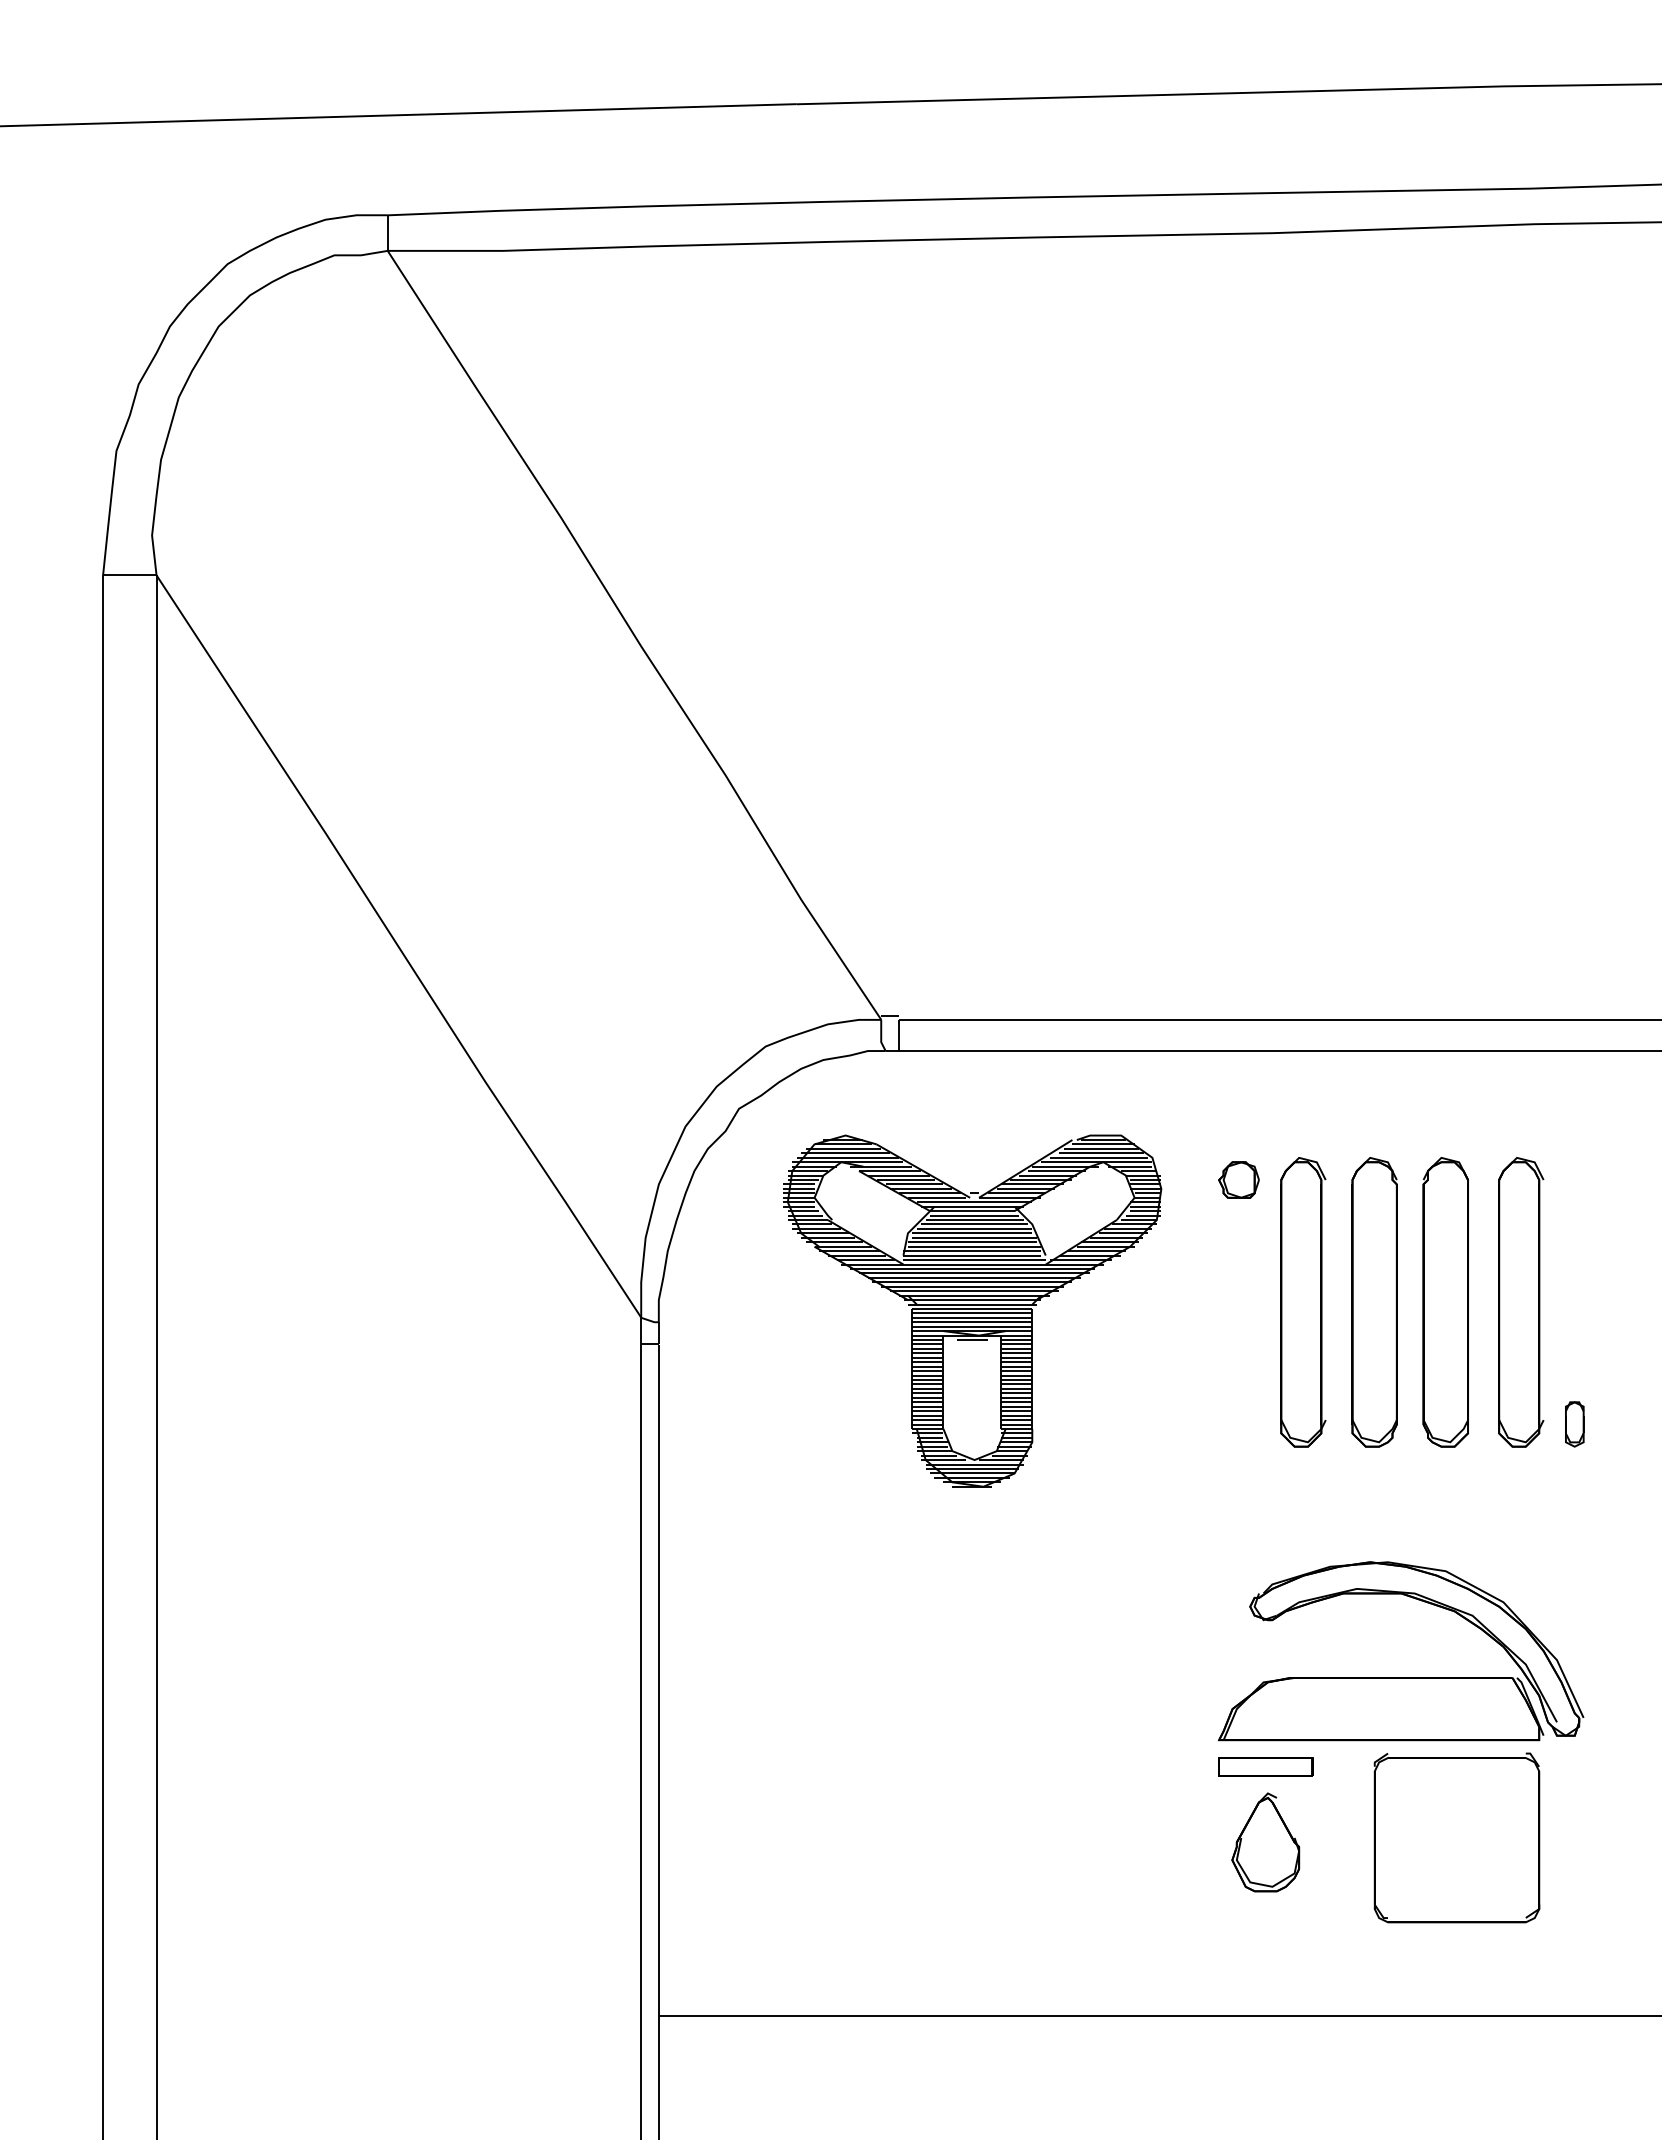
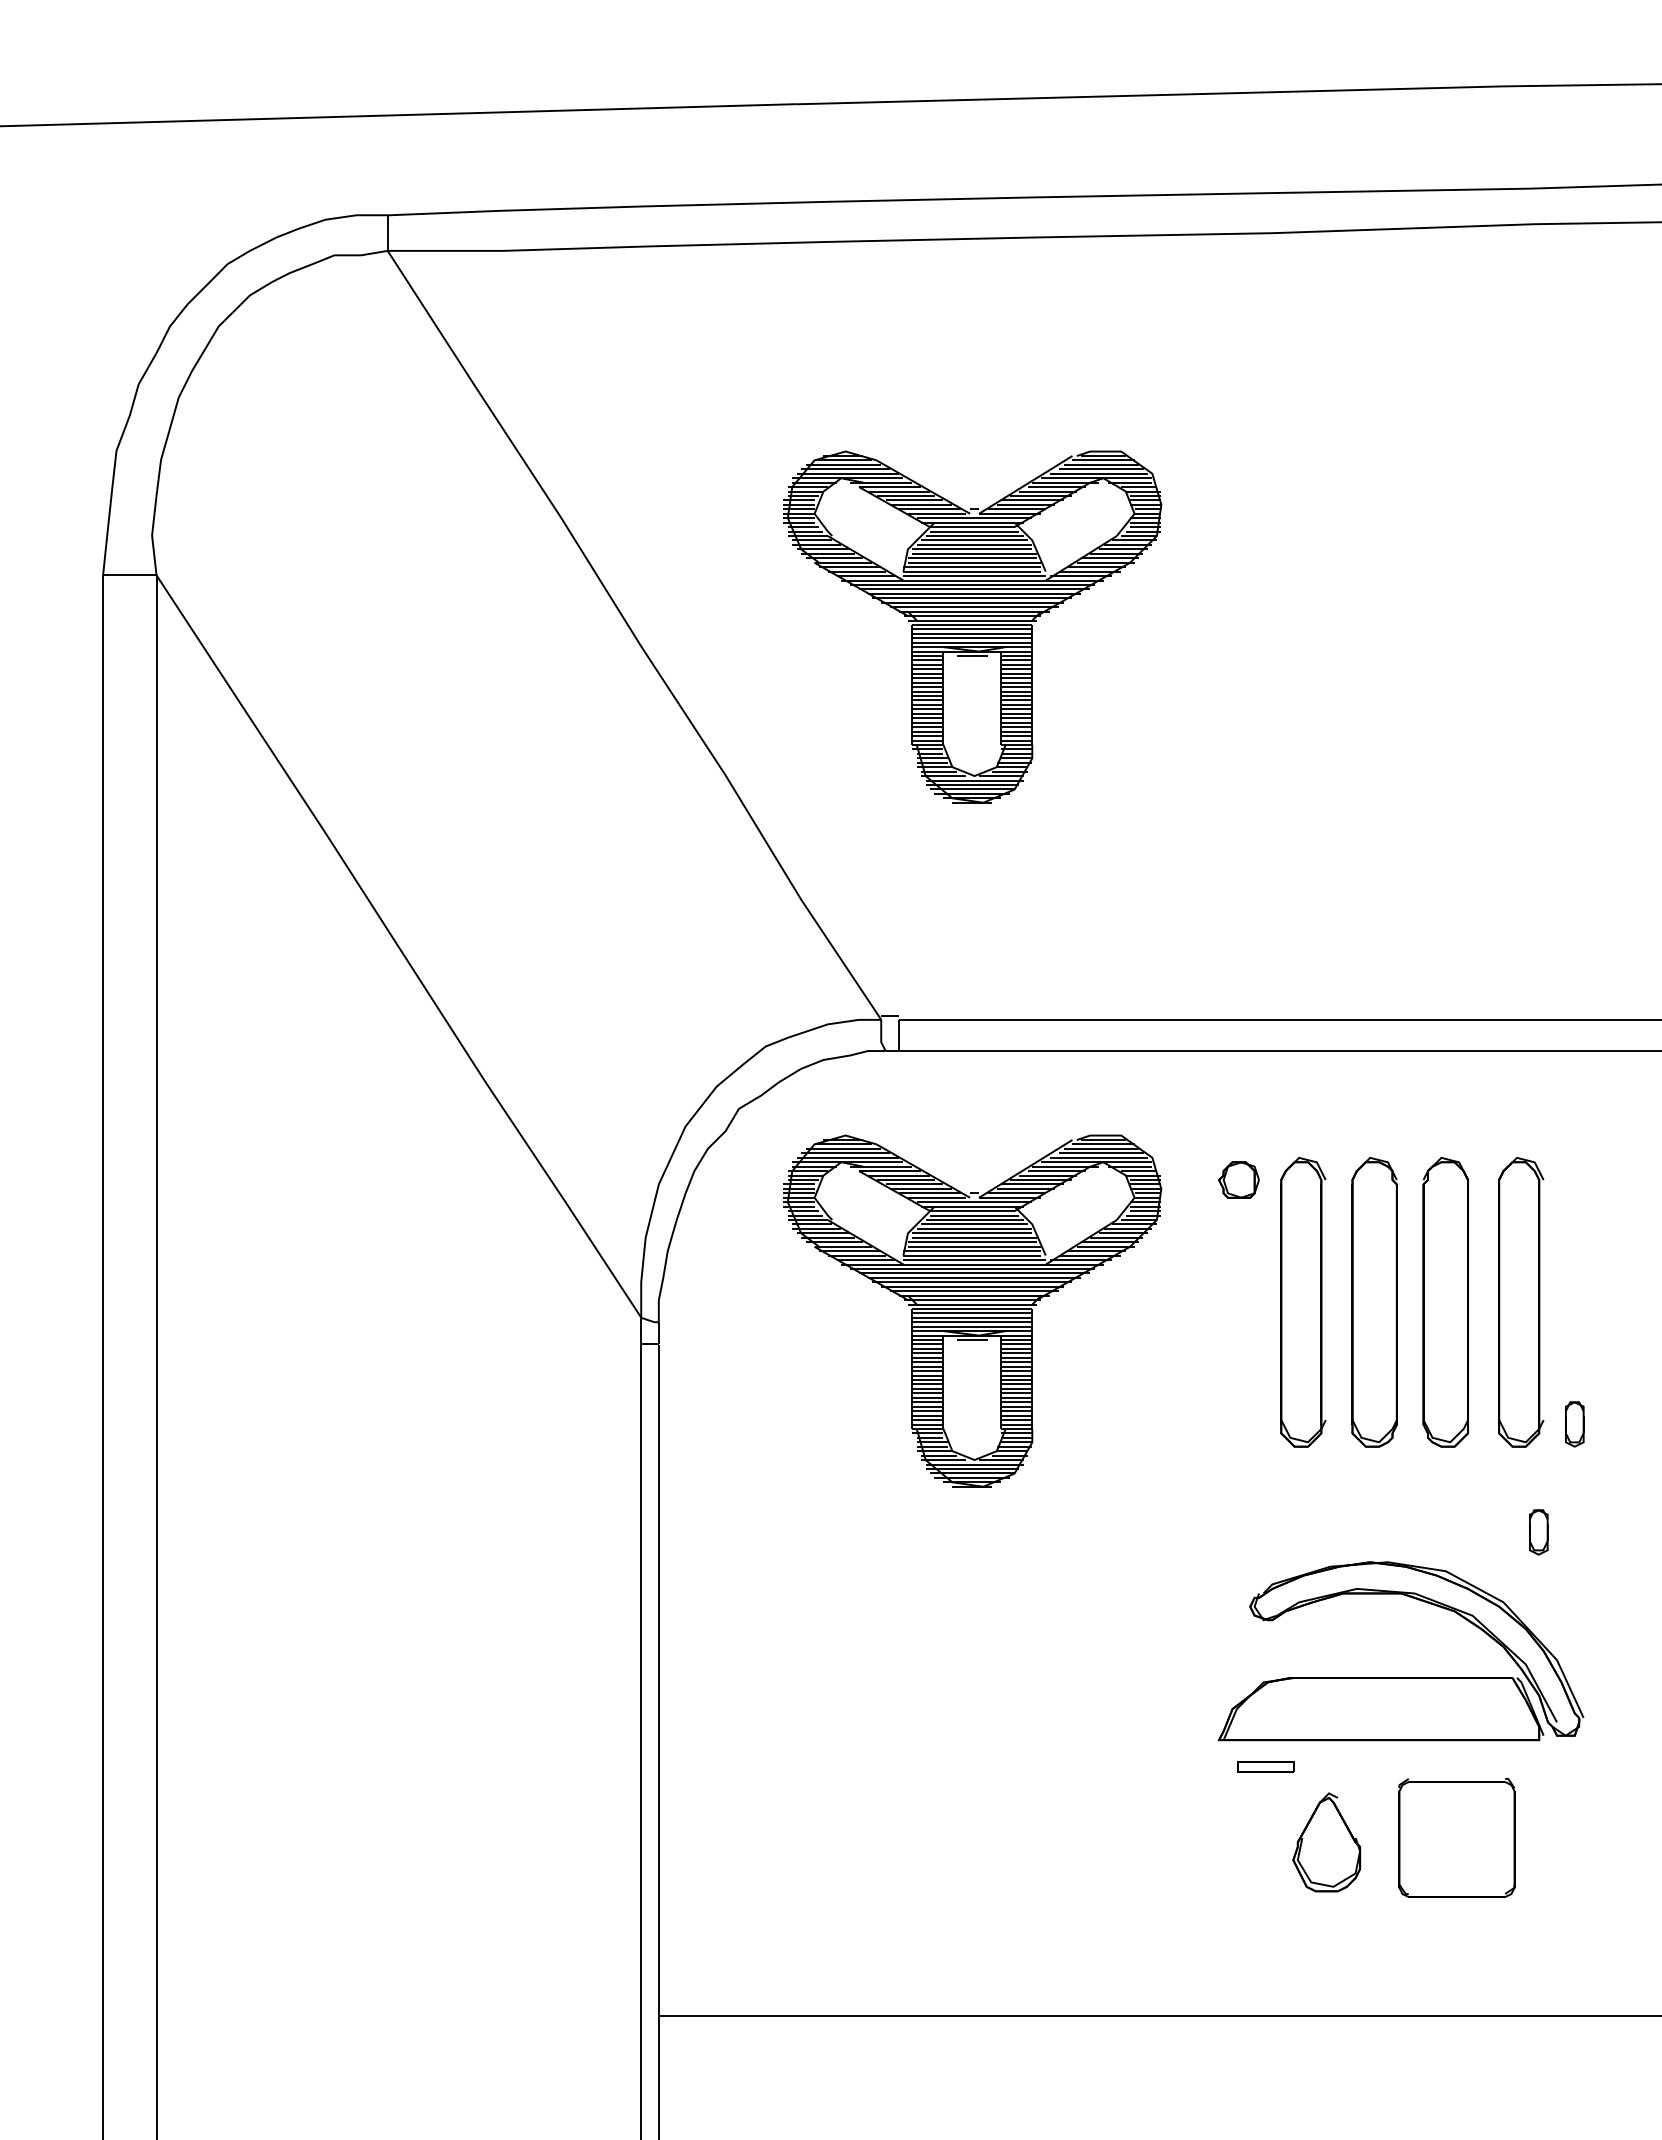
part at (972, 626): none -> present
part at (1538, 1532): none -> present
part at (1265, 1766) size: 96x20 px -> 58x12 px
part at (1456, 1837) size: 168x172 px -> 118x120 px
part at (1265, 1842) position: (1265, 1842) -> (1326, 1842)
